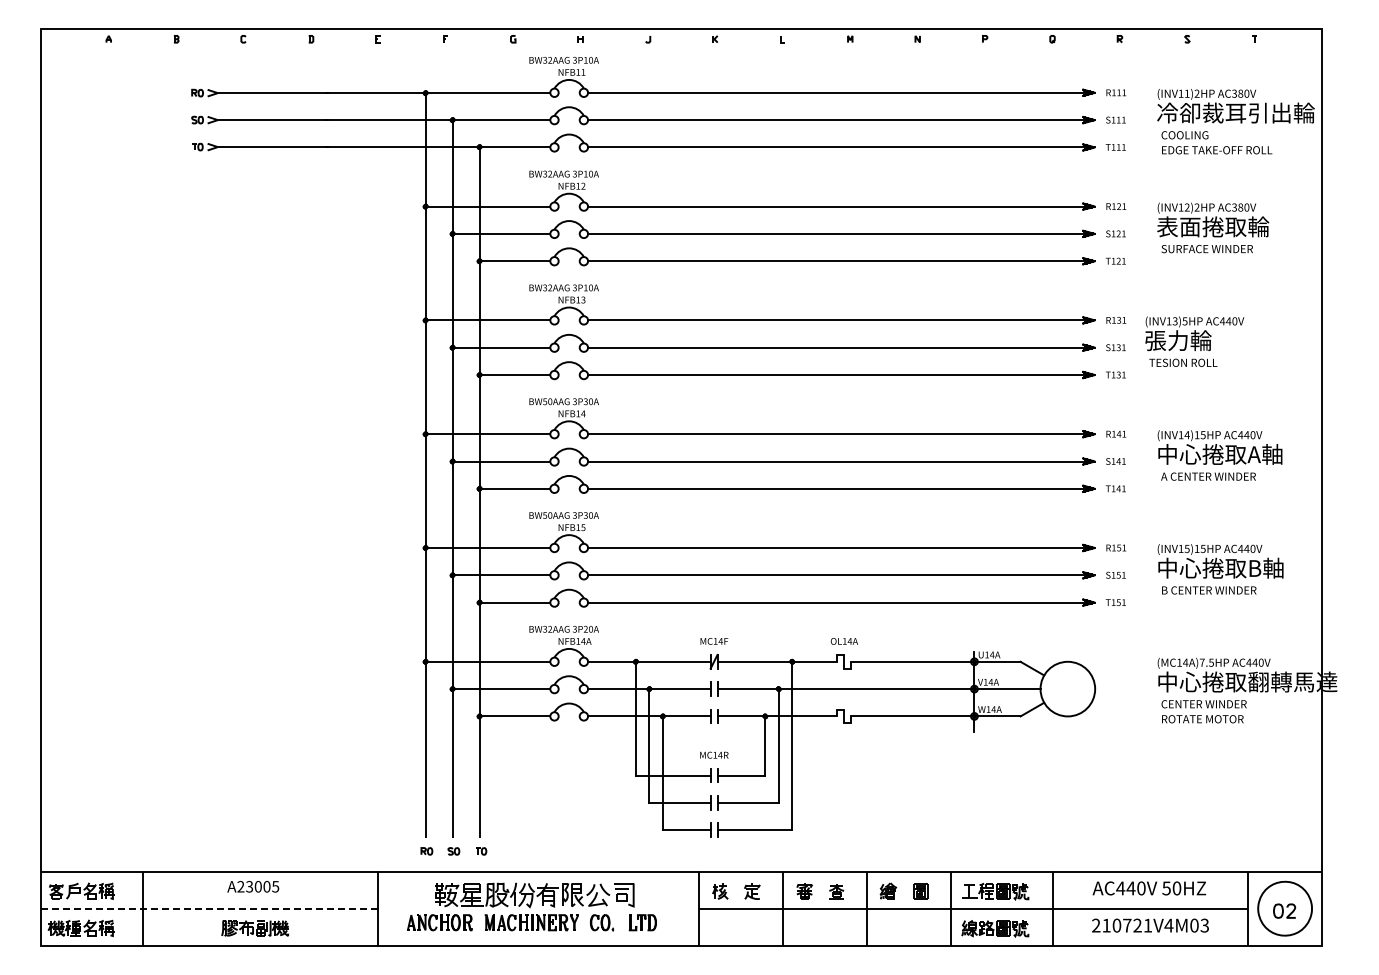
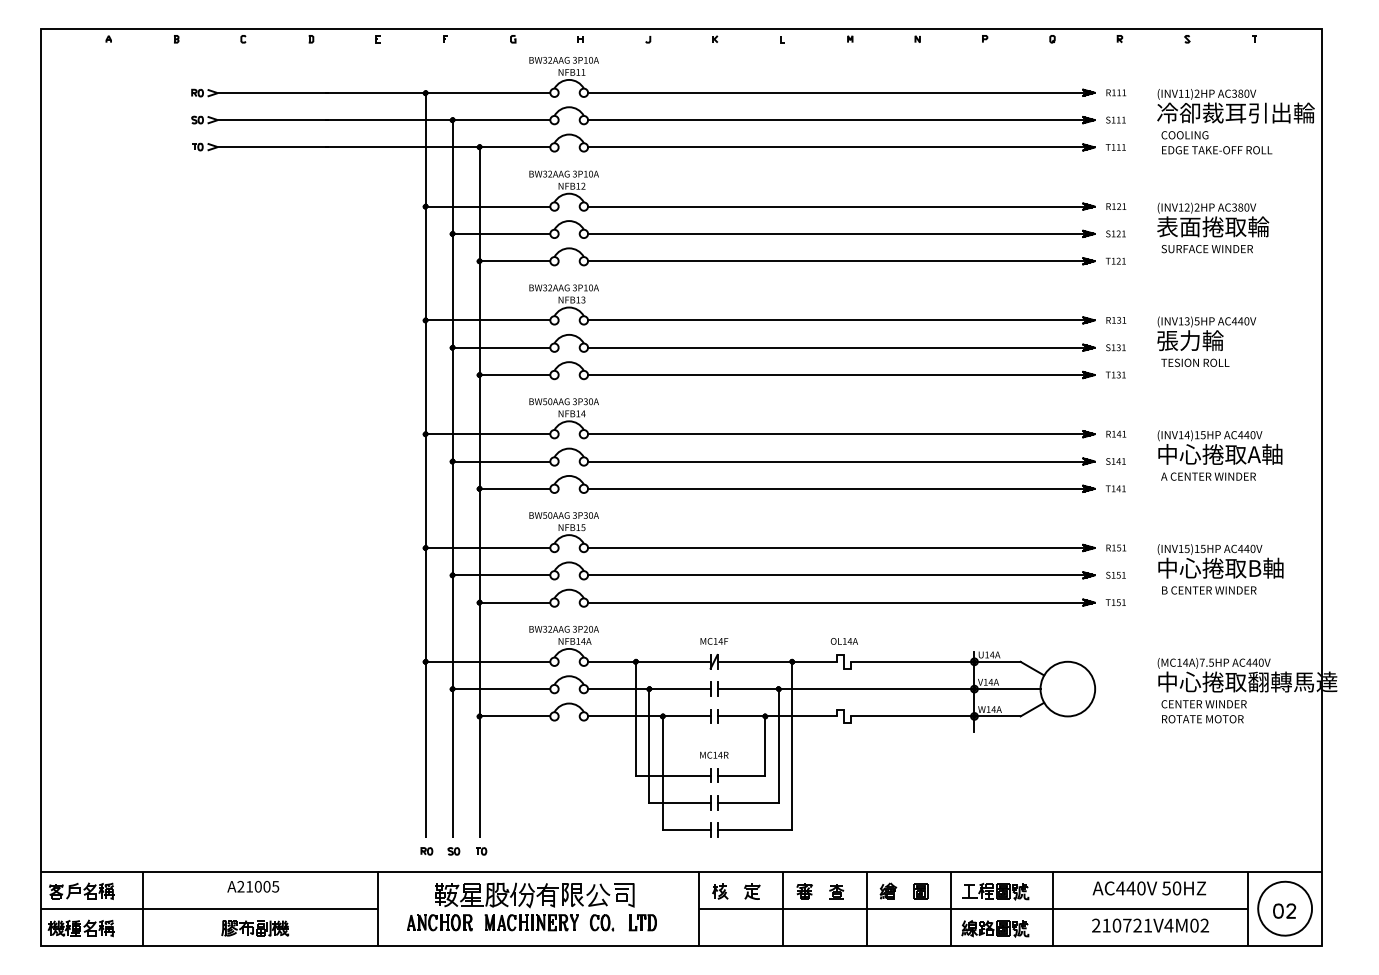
text at (1194, 341) position: (1194, 341) -> (1206, 341)
text at (249, 886): A23005 -> A21005
line at (209, 908): dashed -> solid
text at (1204, 925): 210721V4M03 -> 210721V4M02
